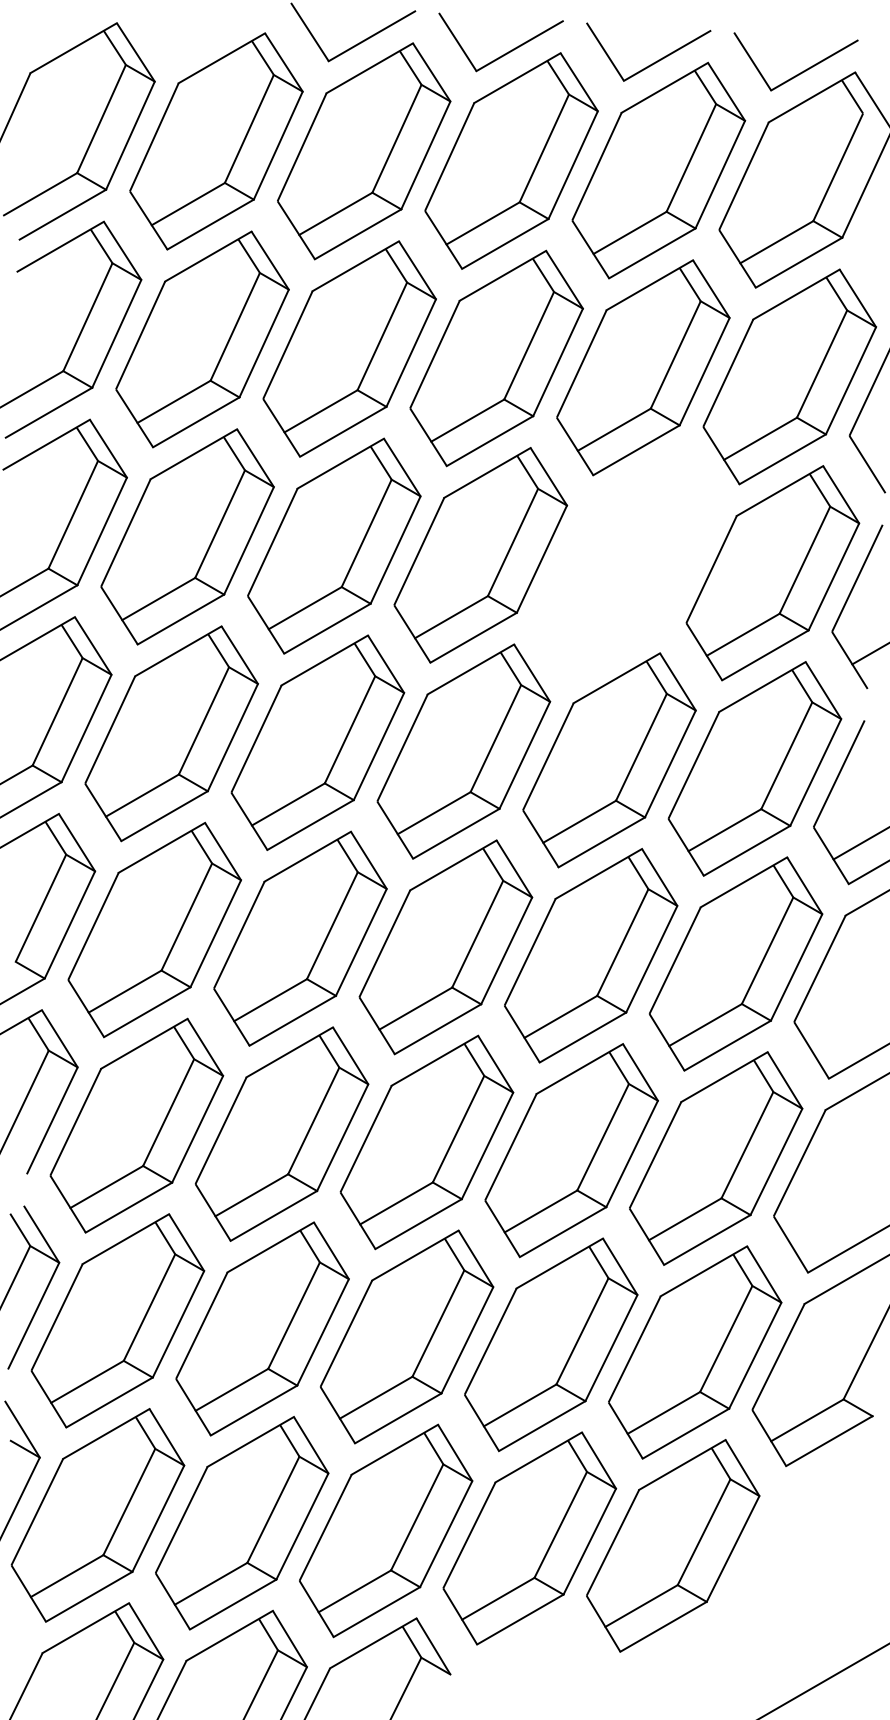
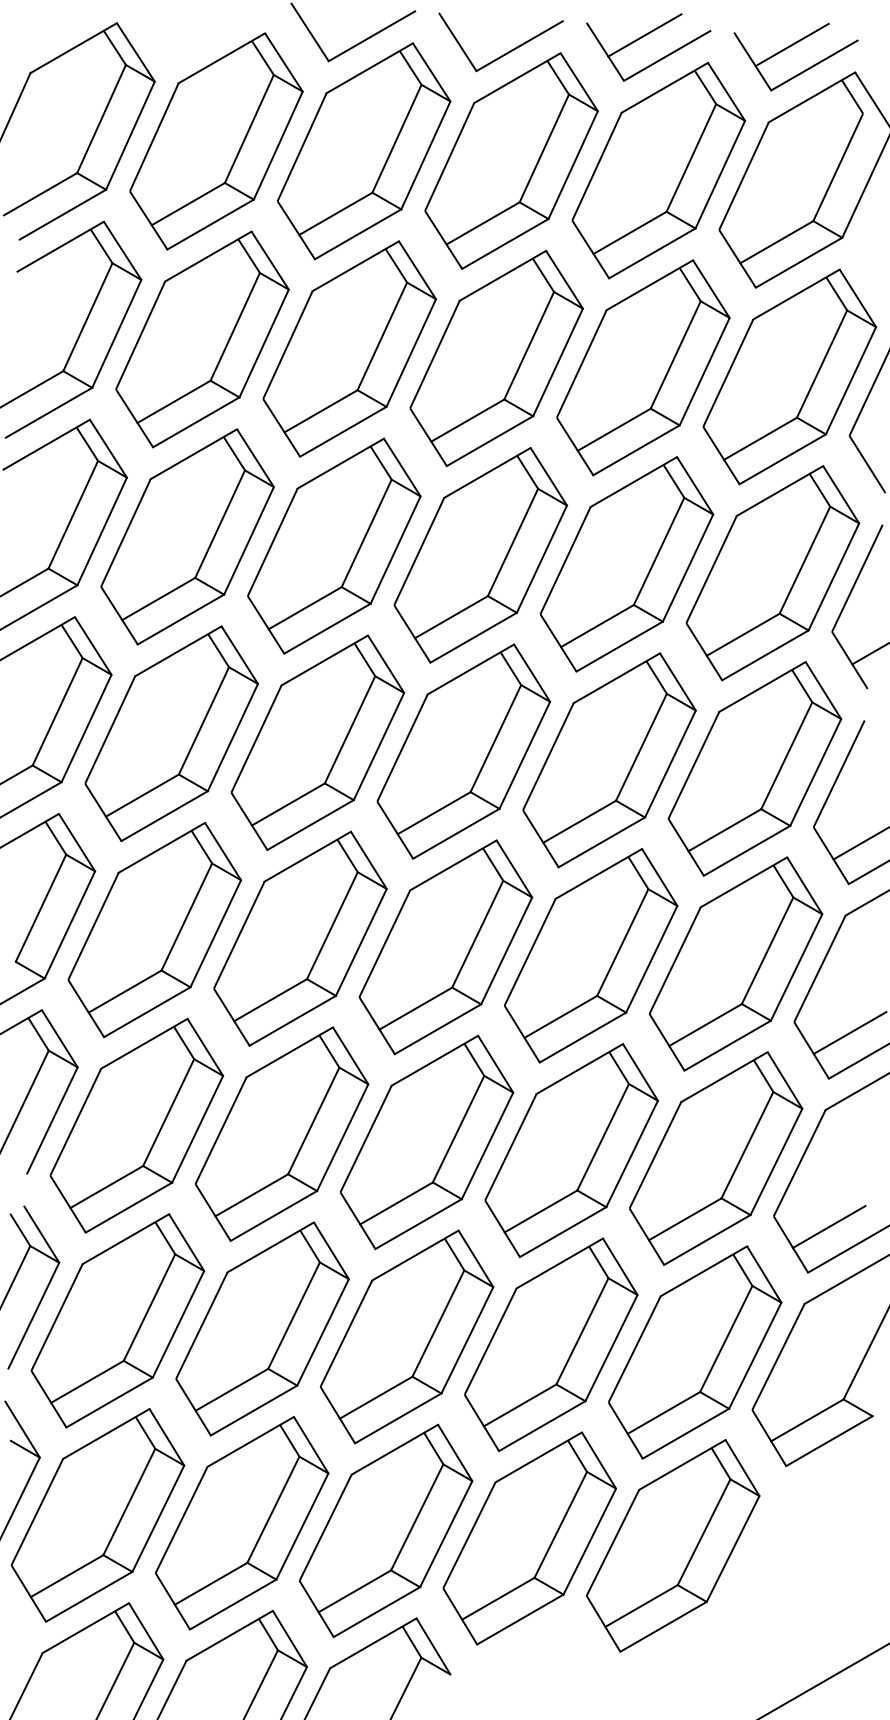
line at (644, 35): none -> present
line at (791, 44): none -> present
part at (626, 564): none -> present
line at (849, 1032): none -> present
line at (829, 1226): none -> present
